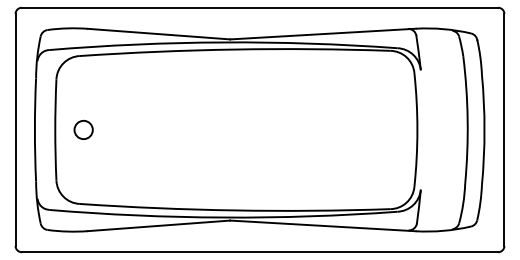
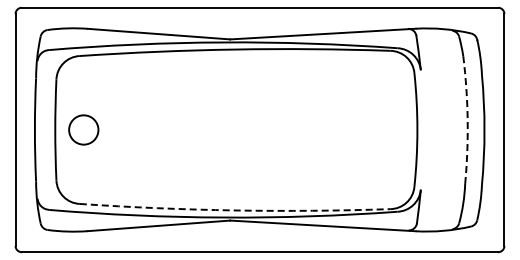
arc at (467, 120): solid -> dashed
circle at (83, 129) size: 21x20 px -> 32x32 px
arc at (234, 210): solid -> dashed
